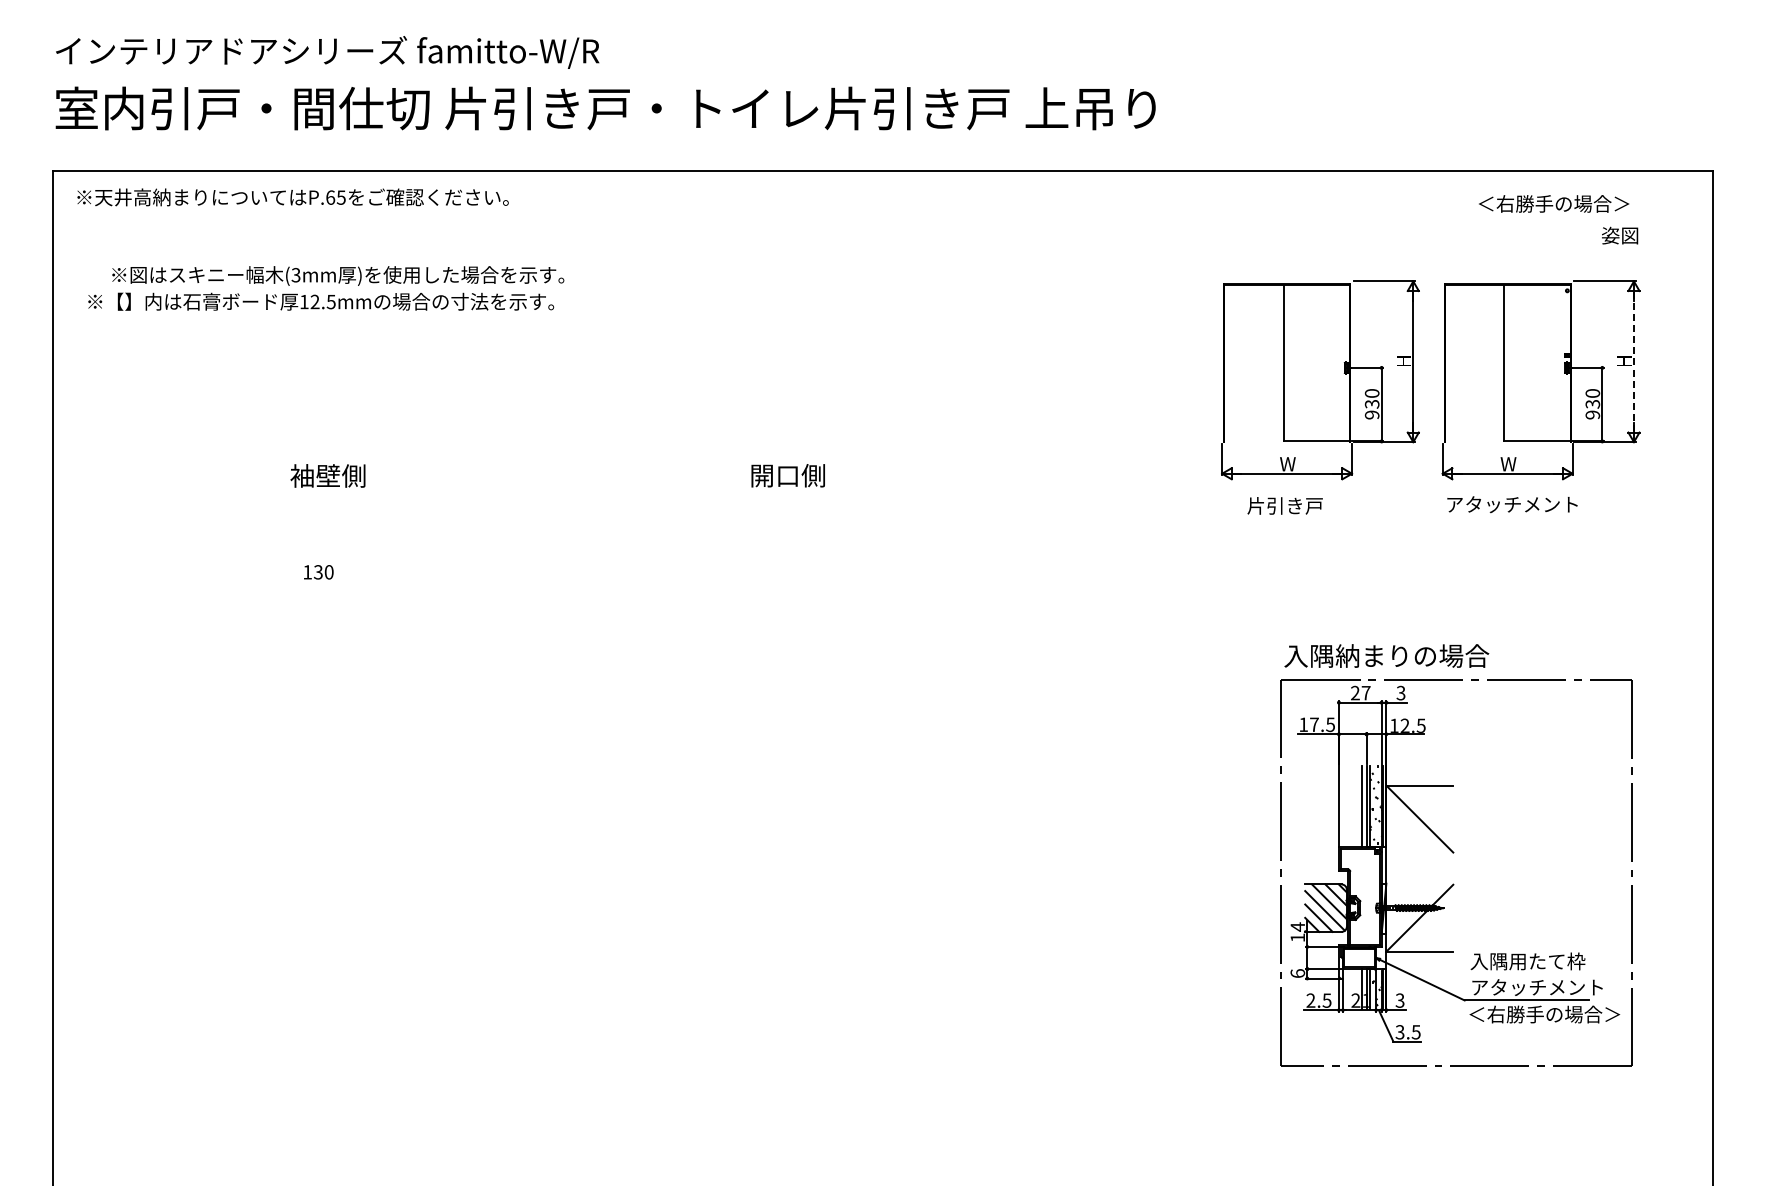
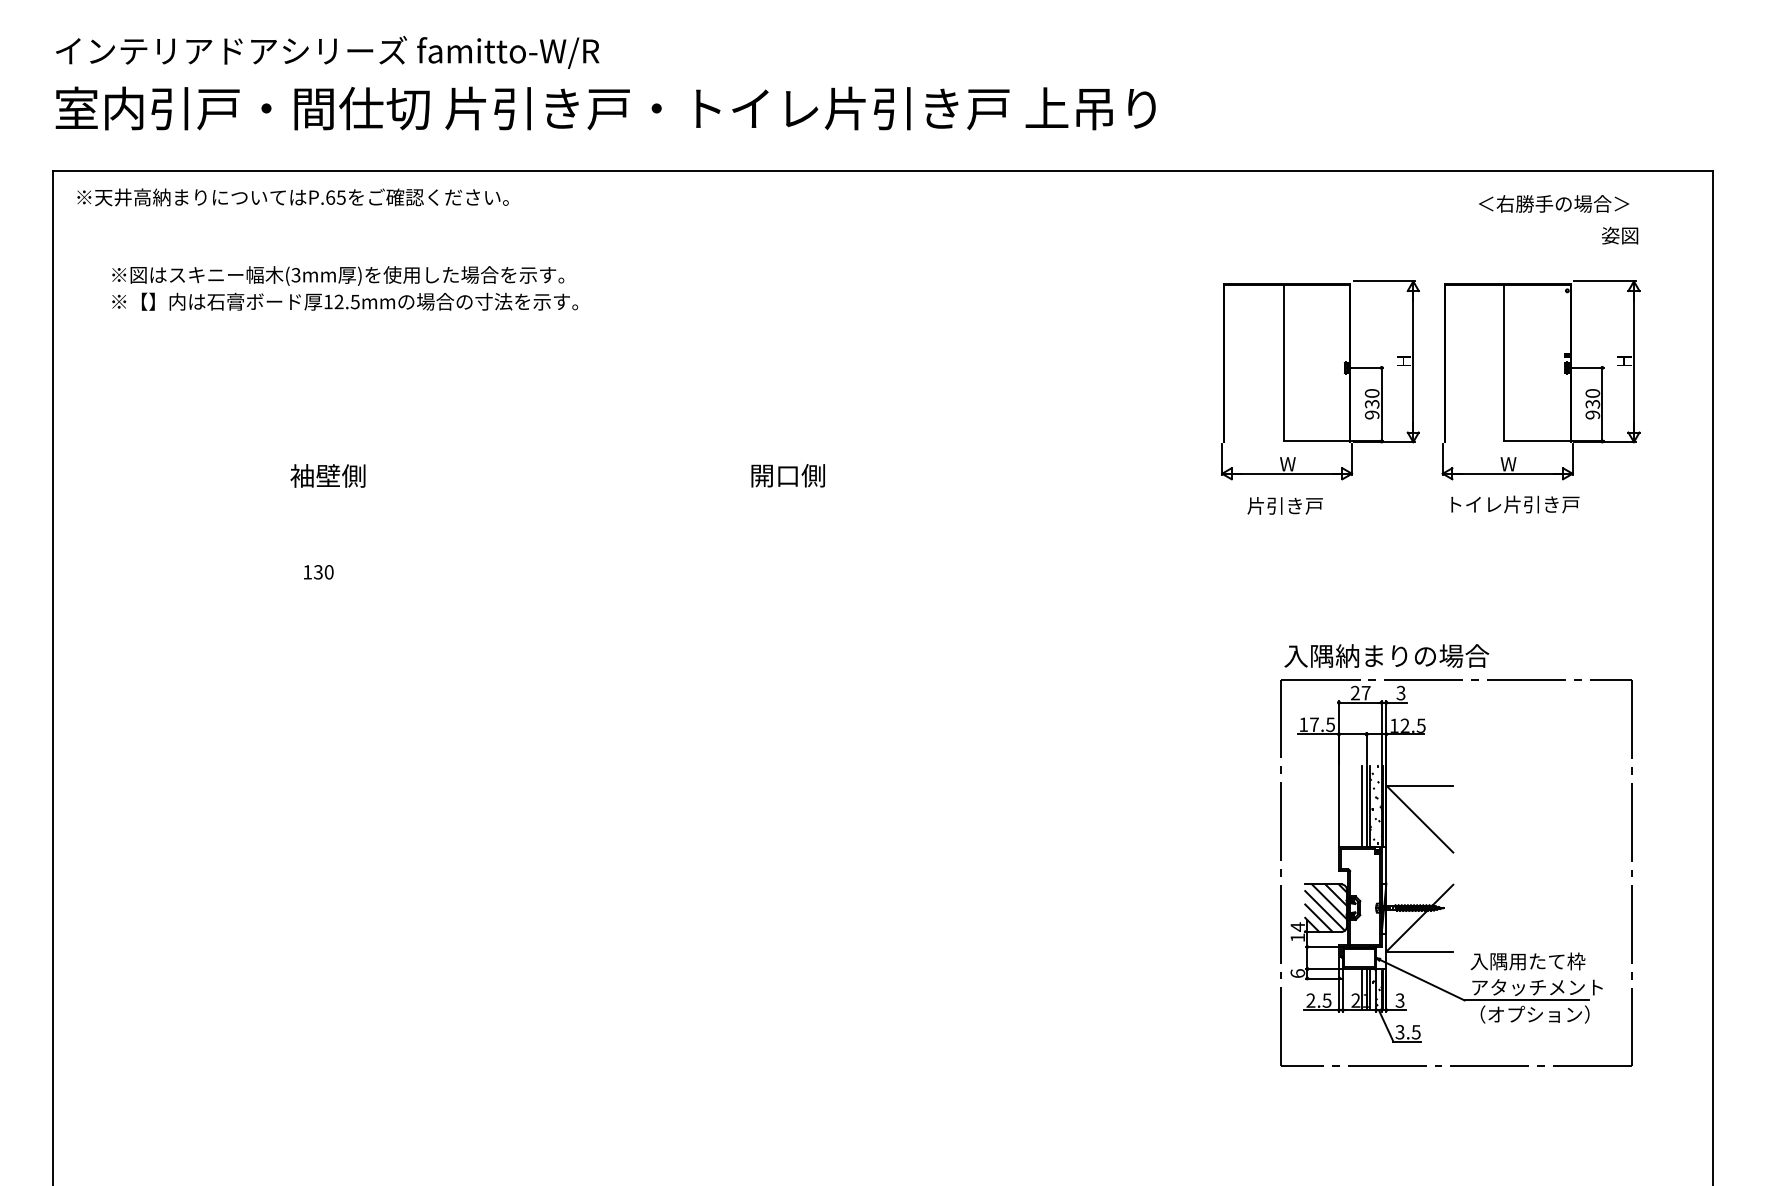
text at (321, 301) position: (321, 301) -> (345, 301)
line at (1633, 362): dashed -> solid
text at (1513, 504): アタッチメント -> トイレ片引き戸
text at (1544, 1014): ＜右勝手の場合＞ -> （オプション）
